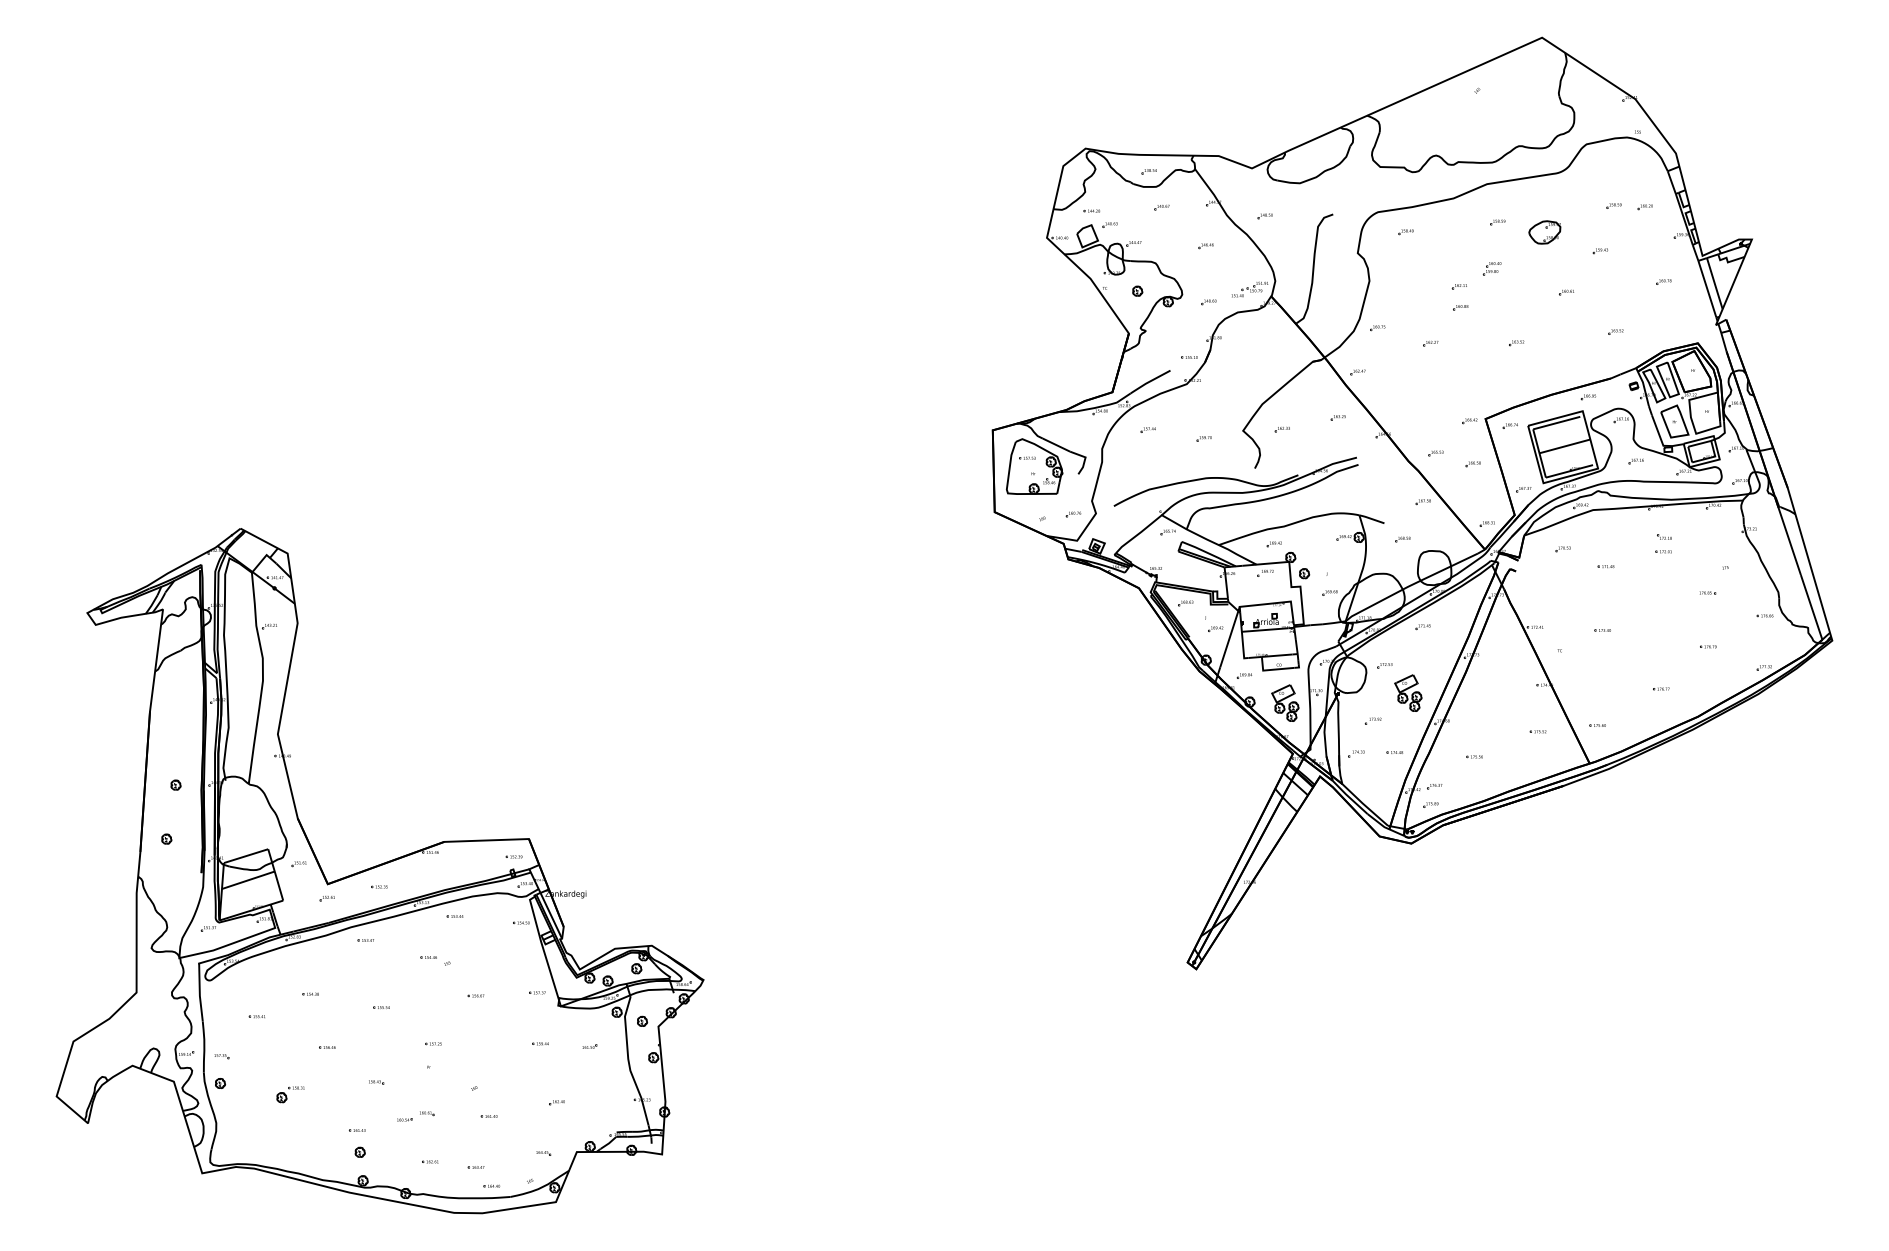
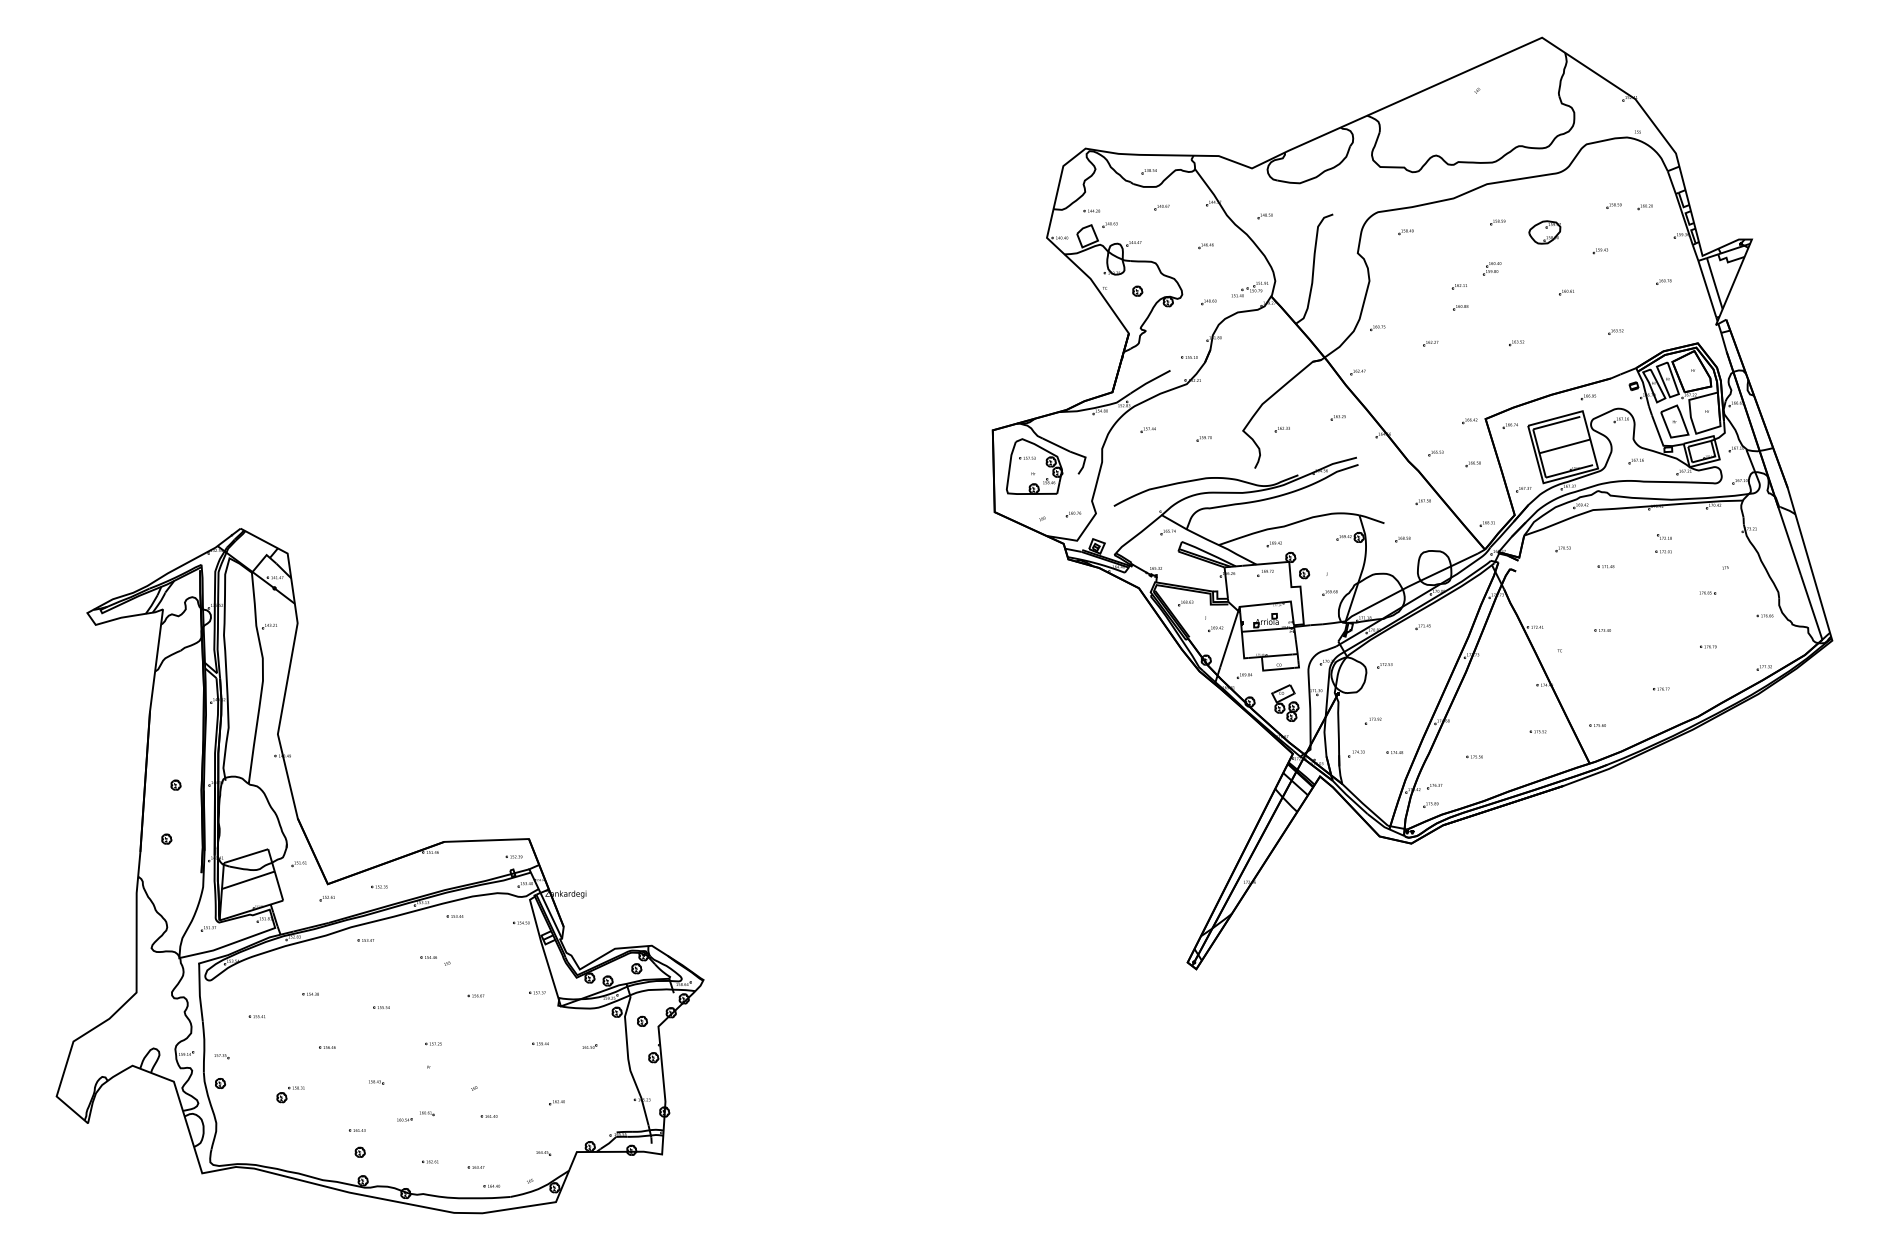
part at (1408, 692): present -> none
